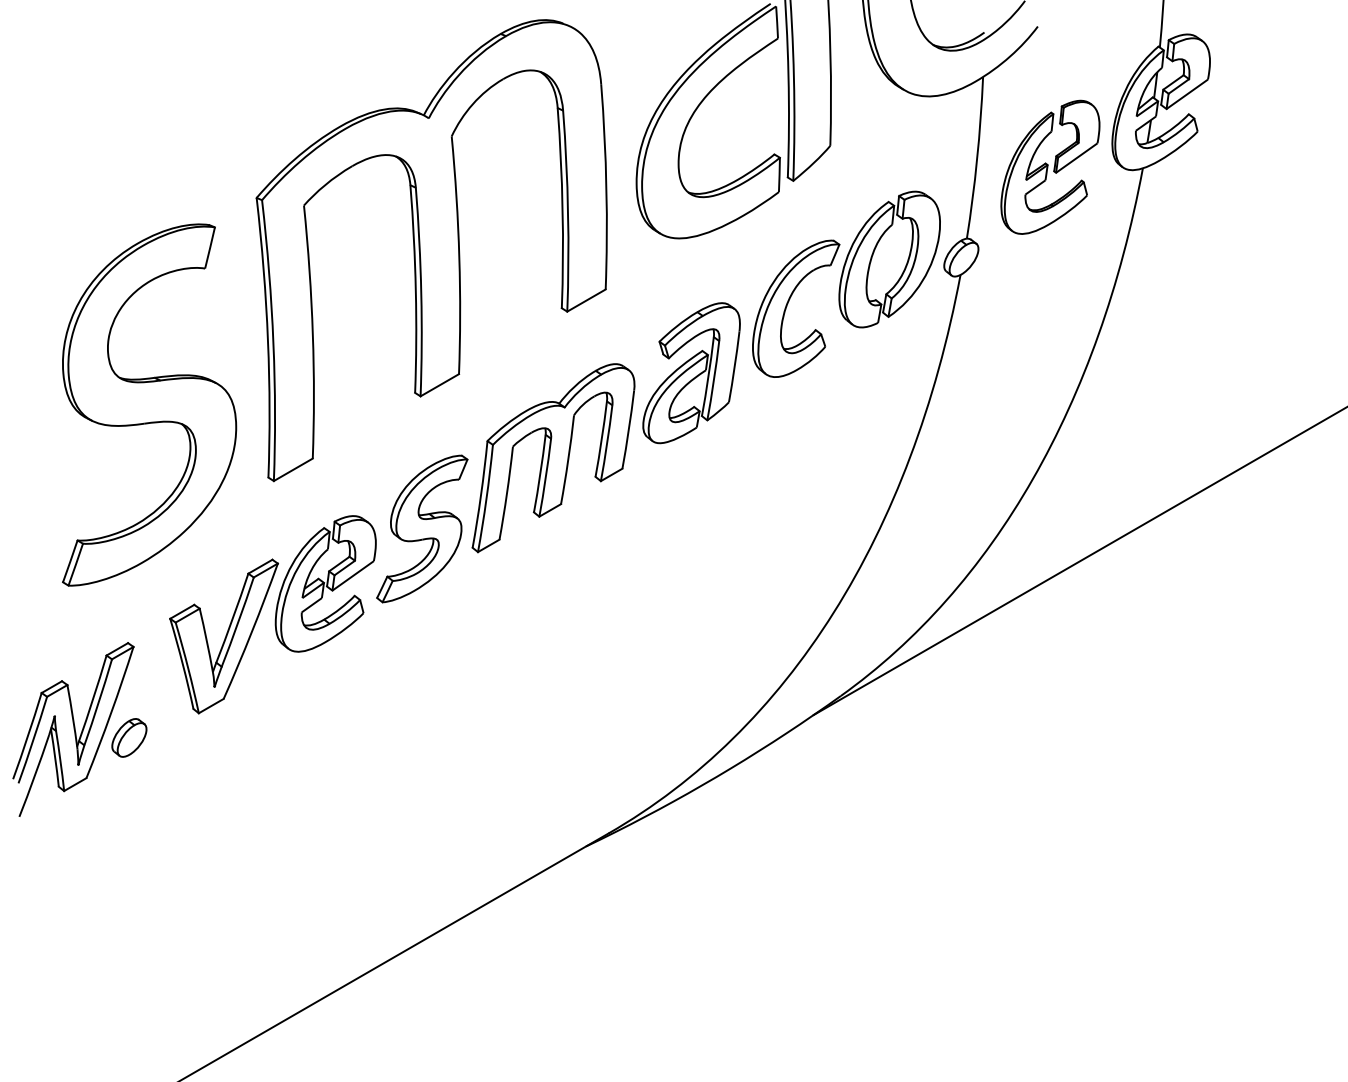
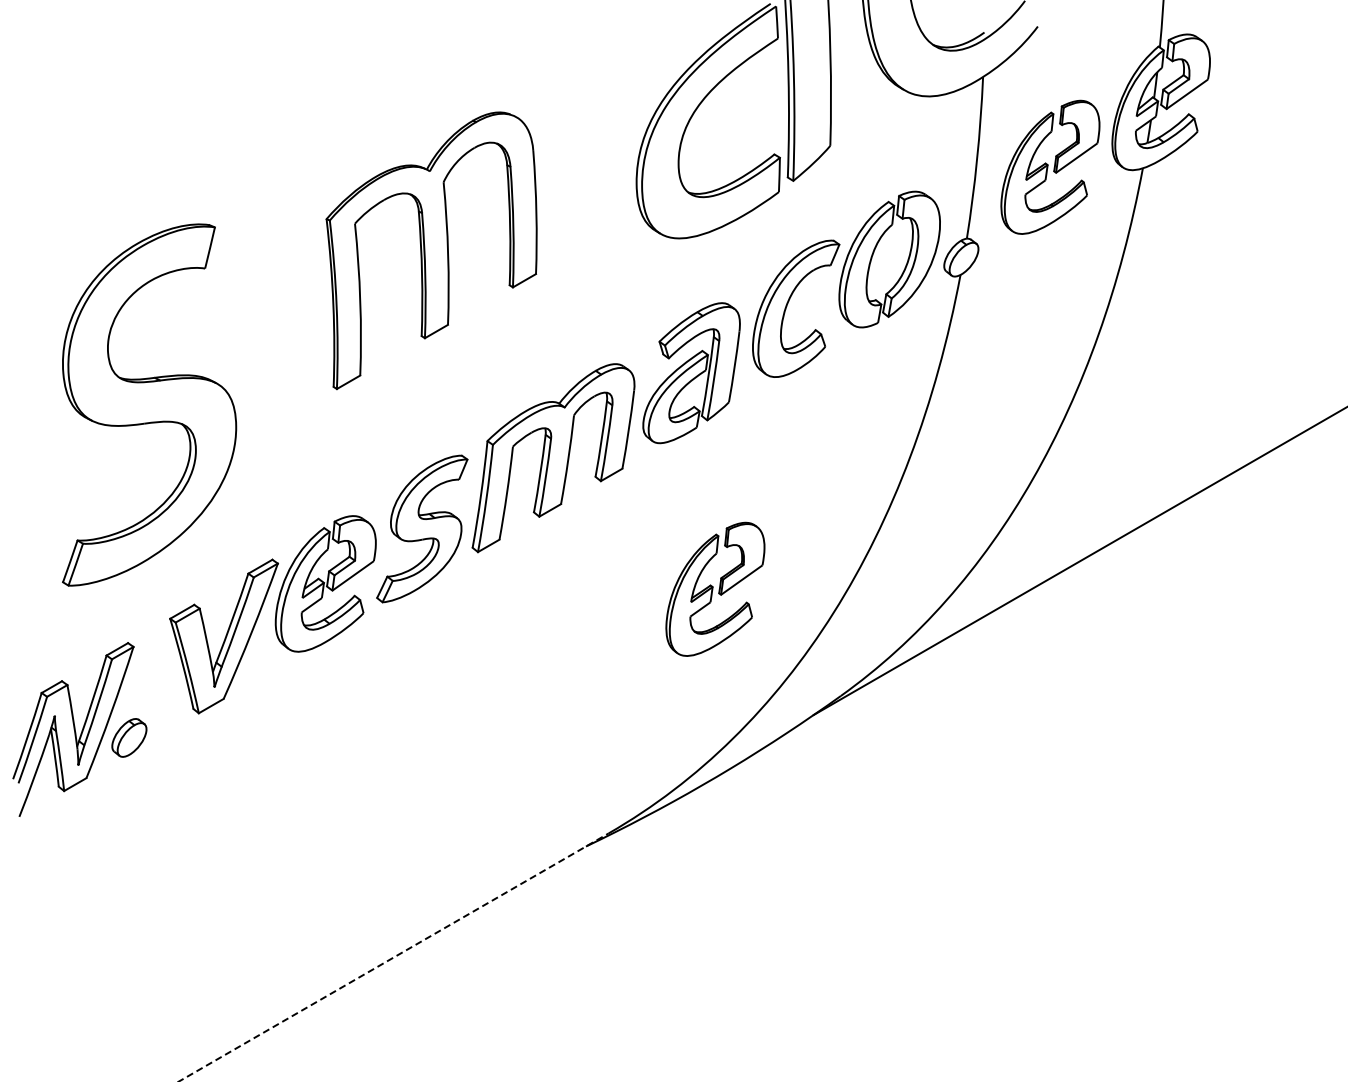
part at (431, 250) size: 353x464 px -> 213x280 px
part at (715, 588): none -> present
line at (394, 957): solid -> dashed
